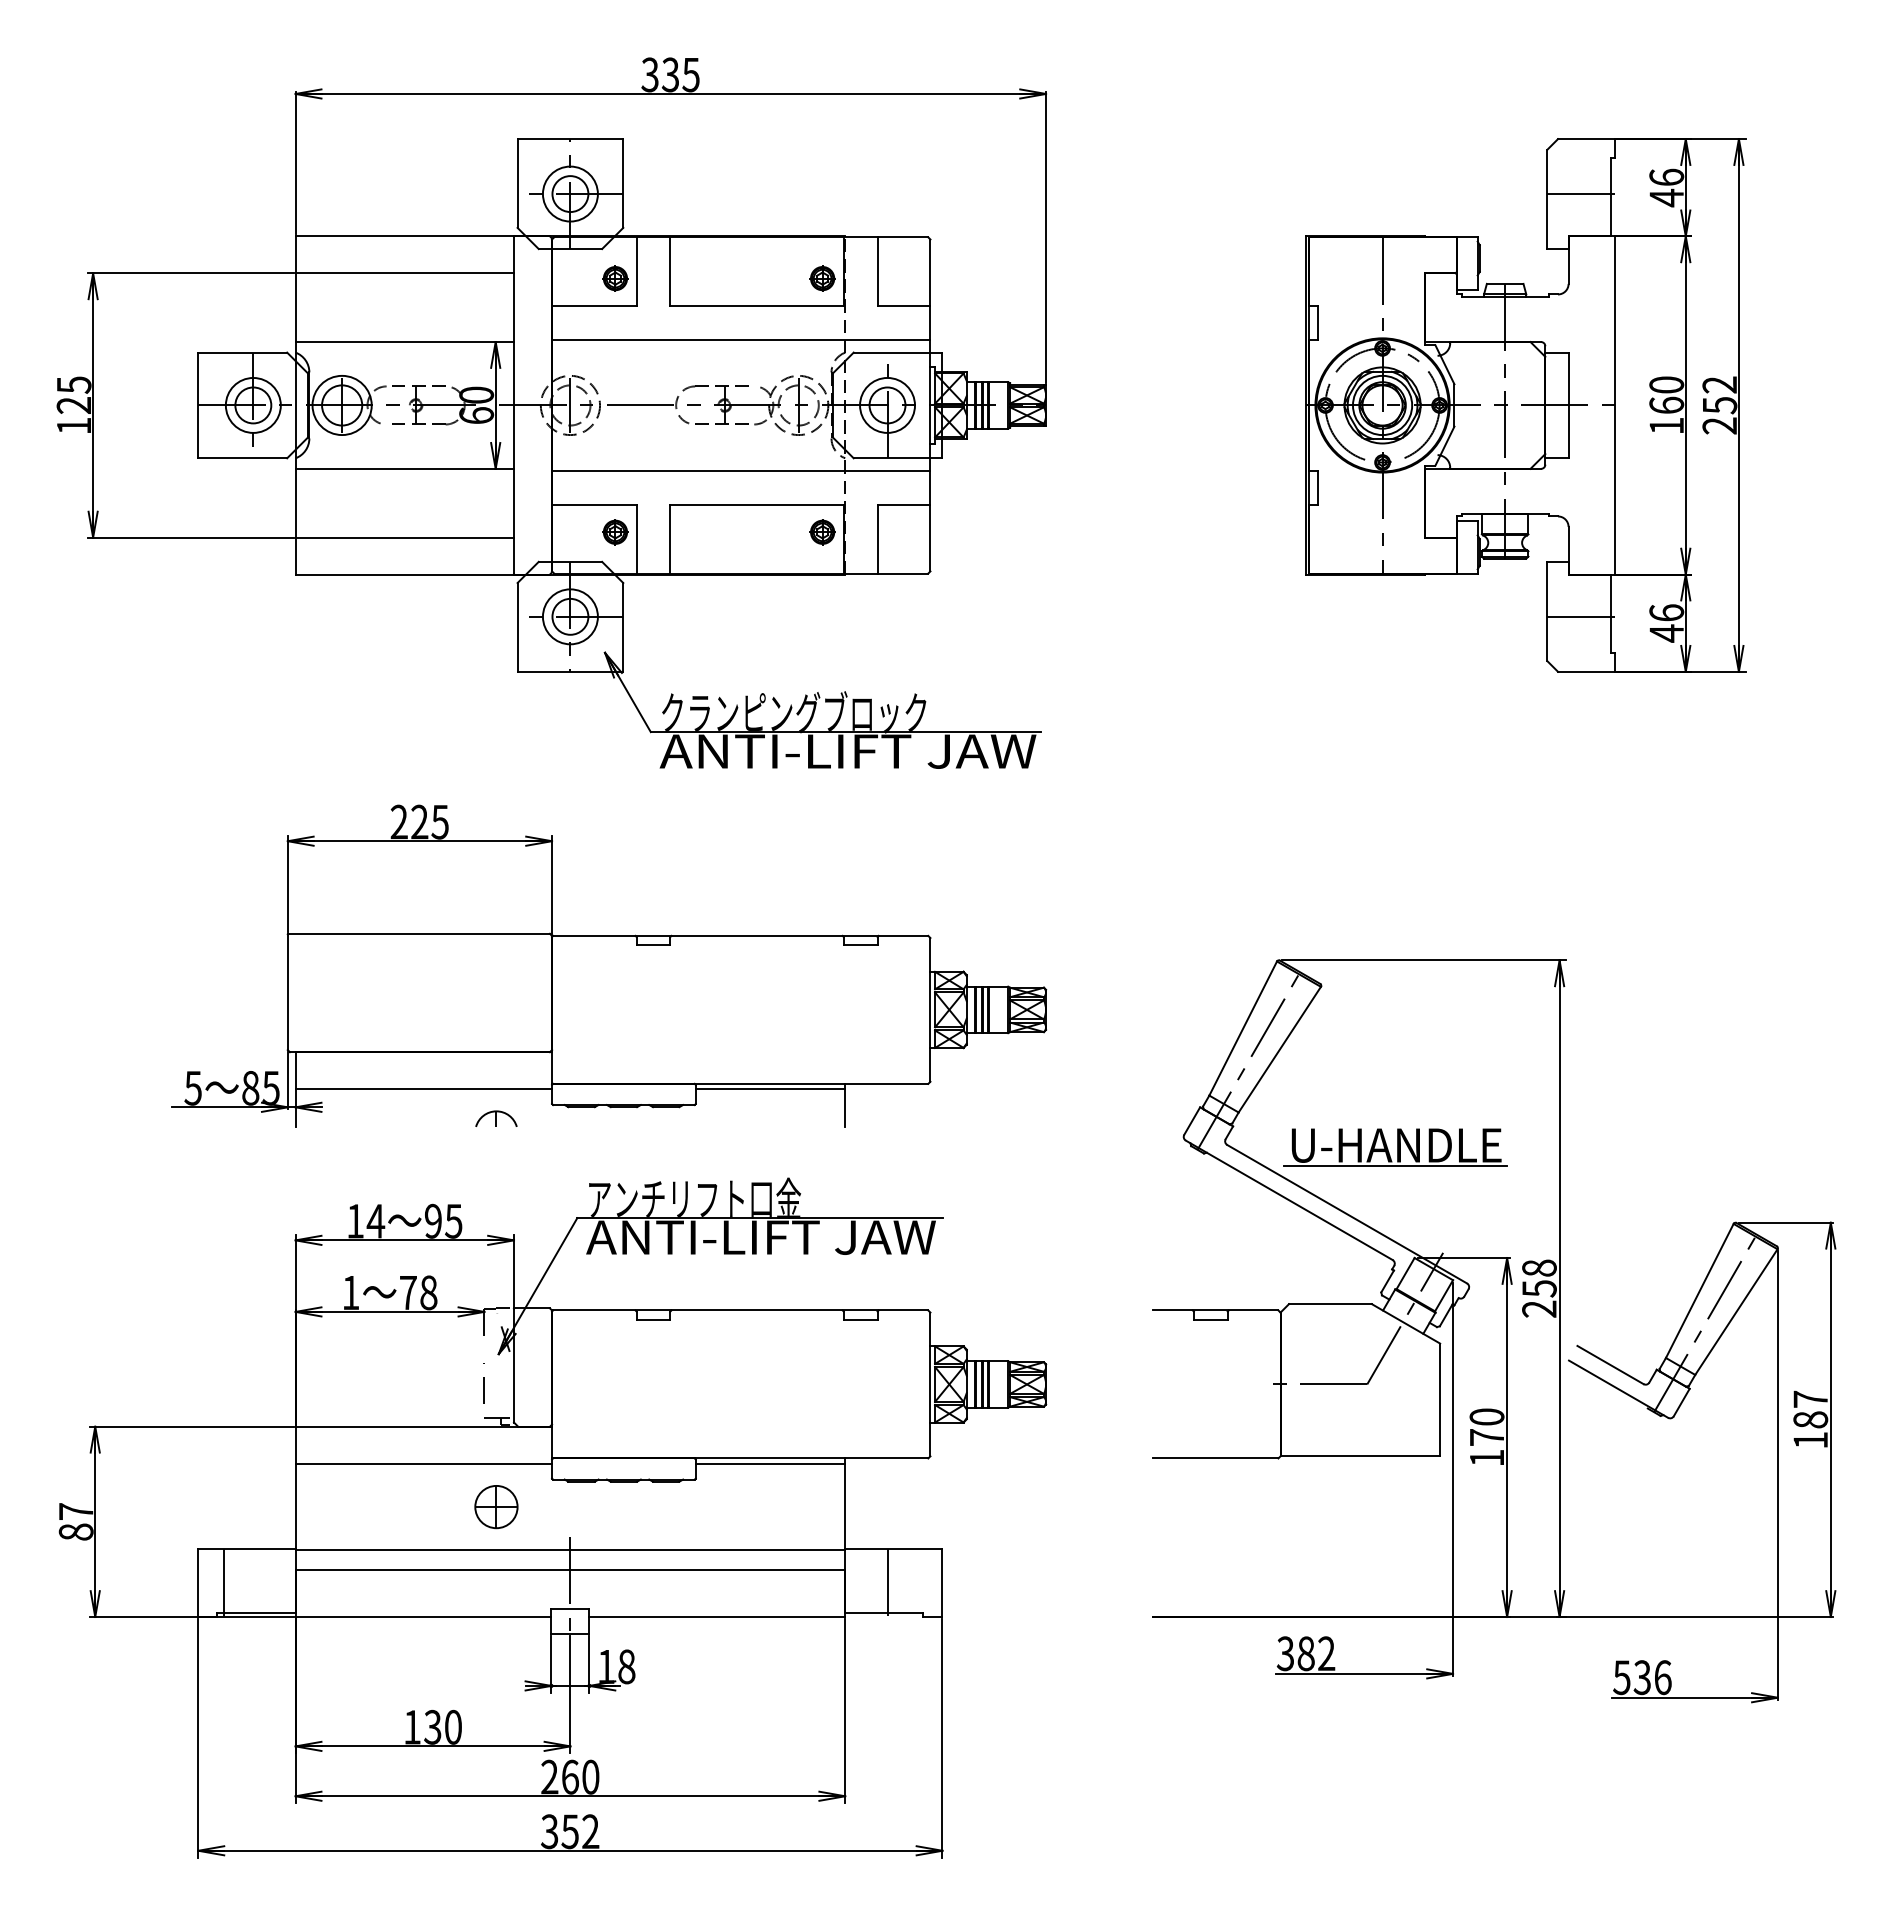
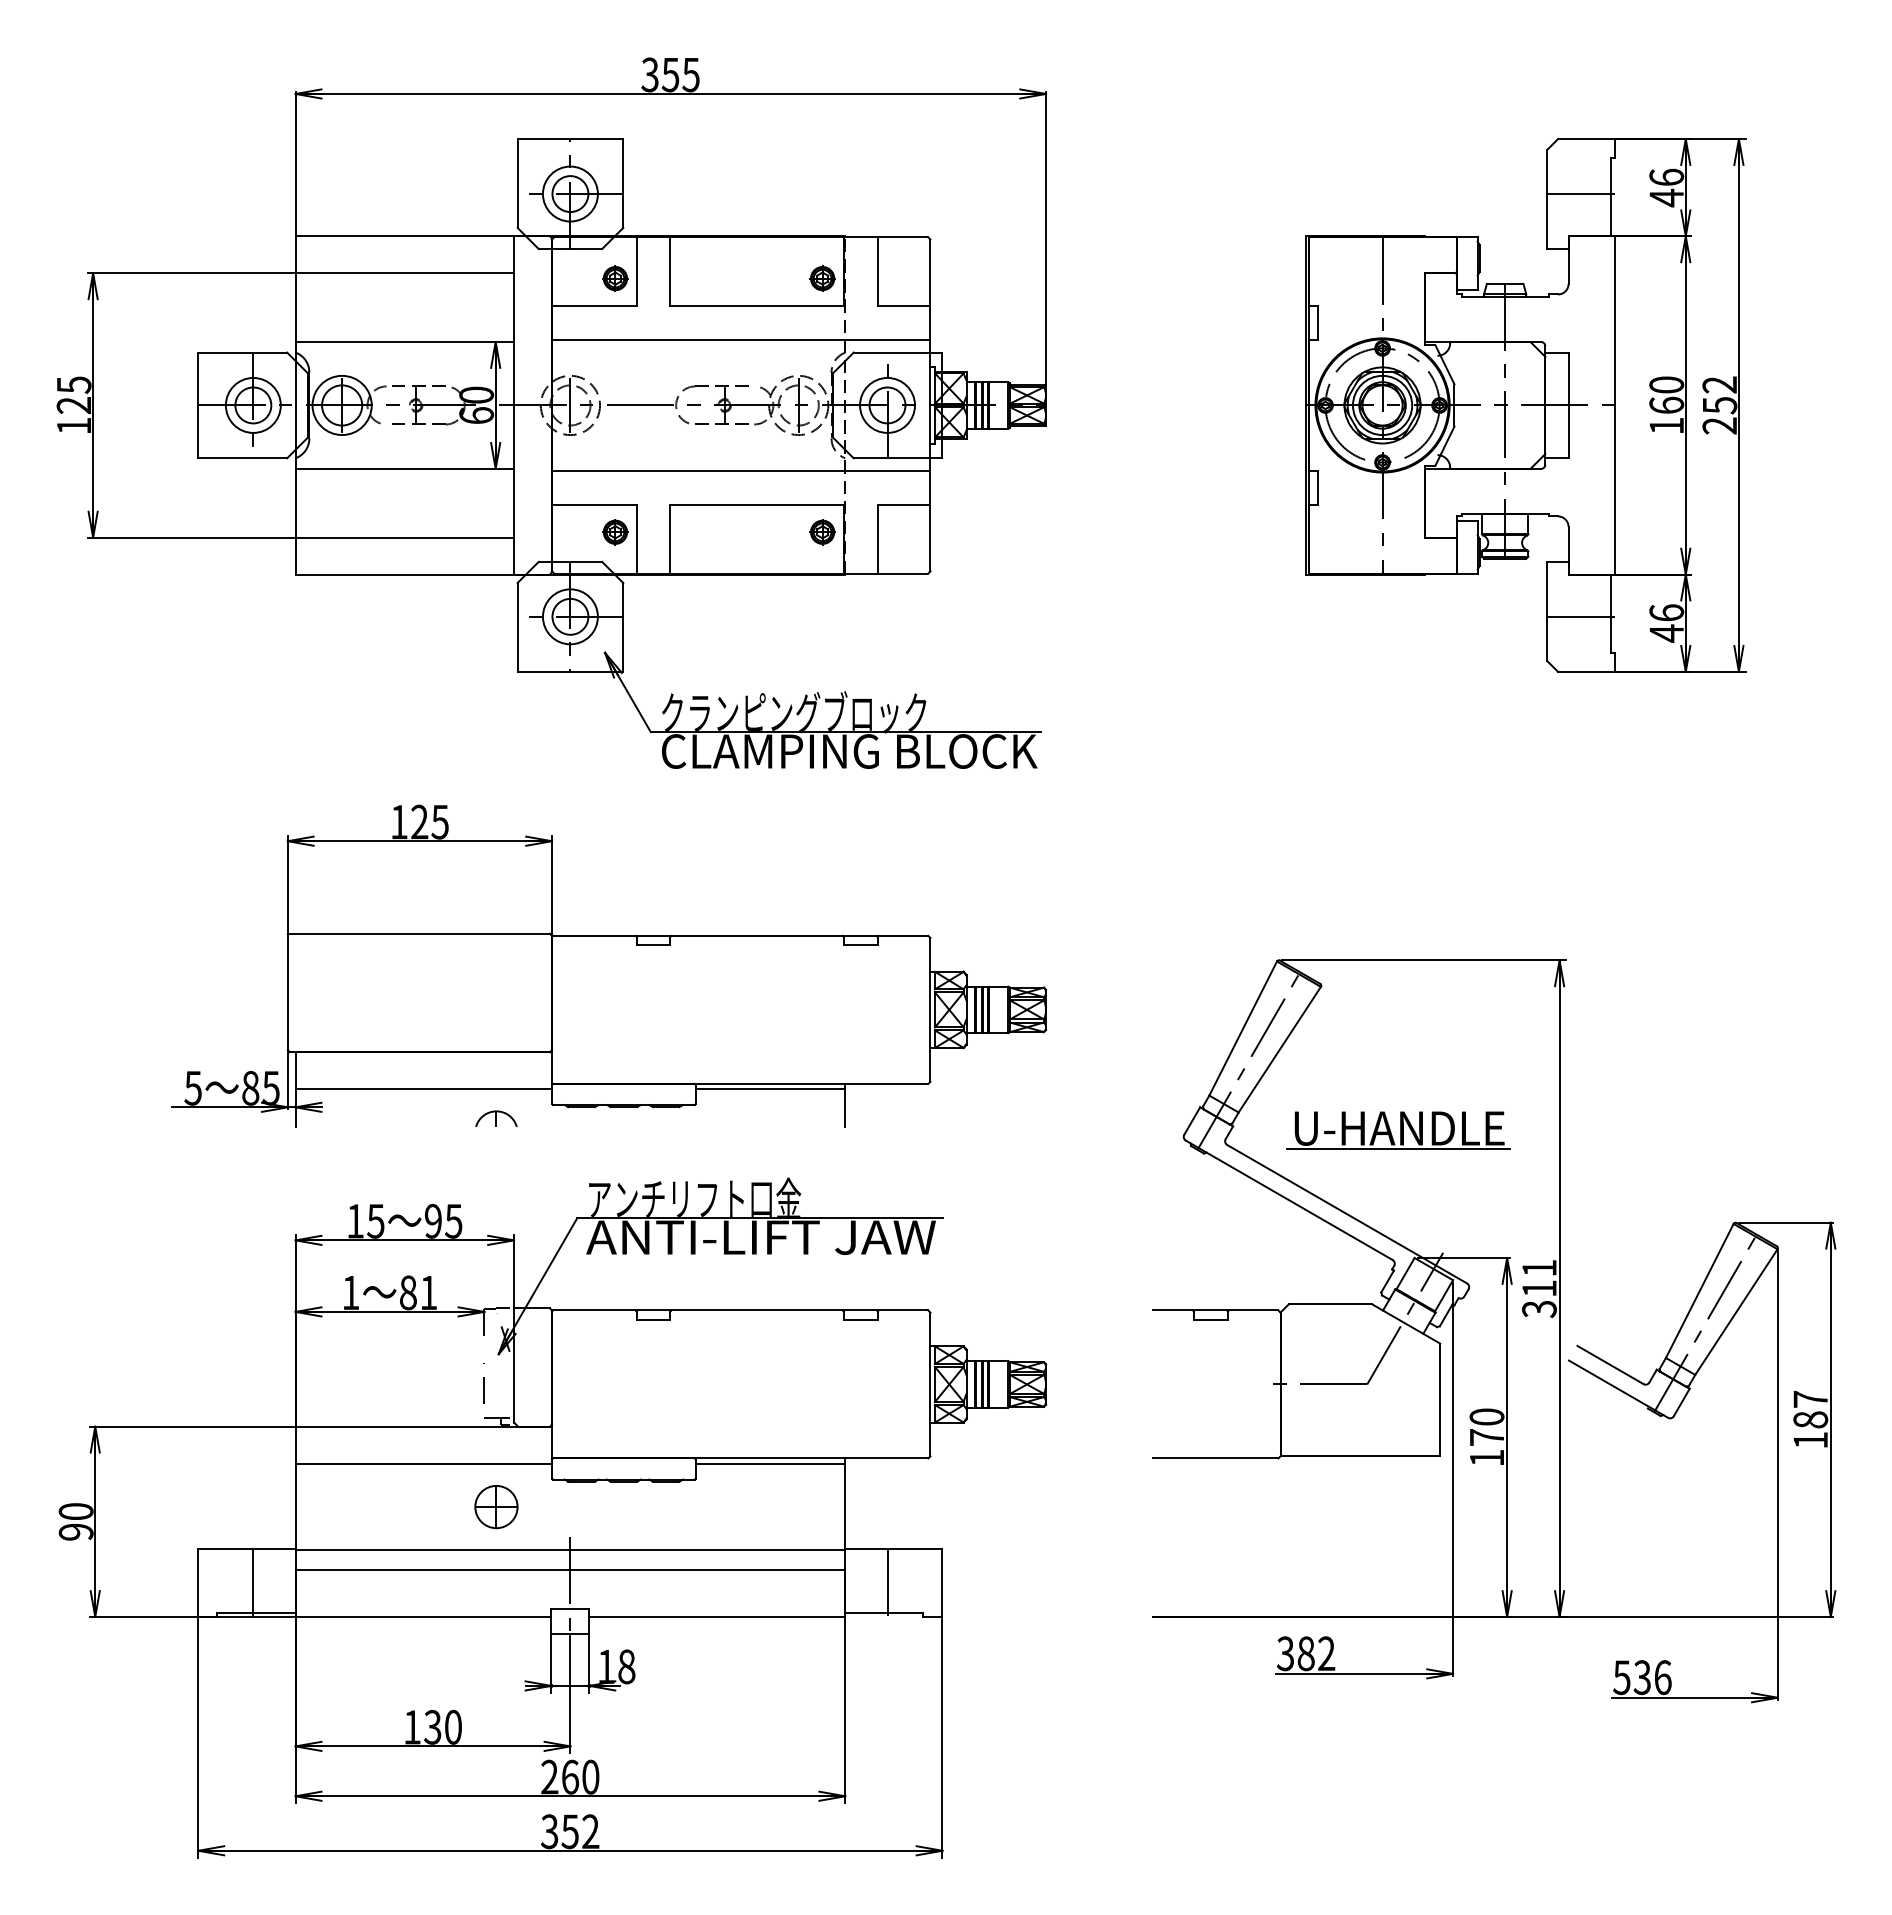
text at (670, 74): 335 -> 355
text at (848, 751): ANTI-LIFT JAW -> CLAMPING BLOCK
text at (398, 821): 225 -> 125
part at (1395, 1147) position: (1395, 1147) -> (1398, 1130)
text at (375, 1221): 14 -> 15
text at (1539, 1288): 258 -> 311
text at (418, 1292): 78 -> 81
text at (75, 1521): 87 -> 90
line at (224, 1582) position: (224, 1582) -> (253, 1582)
